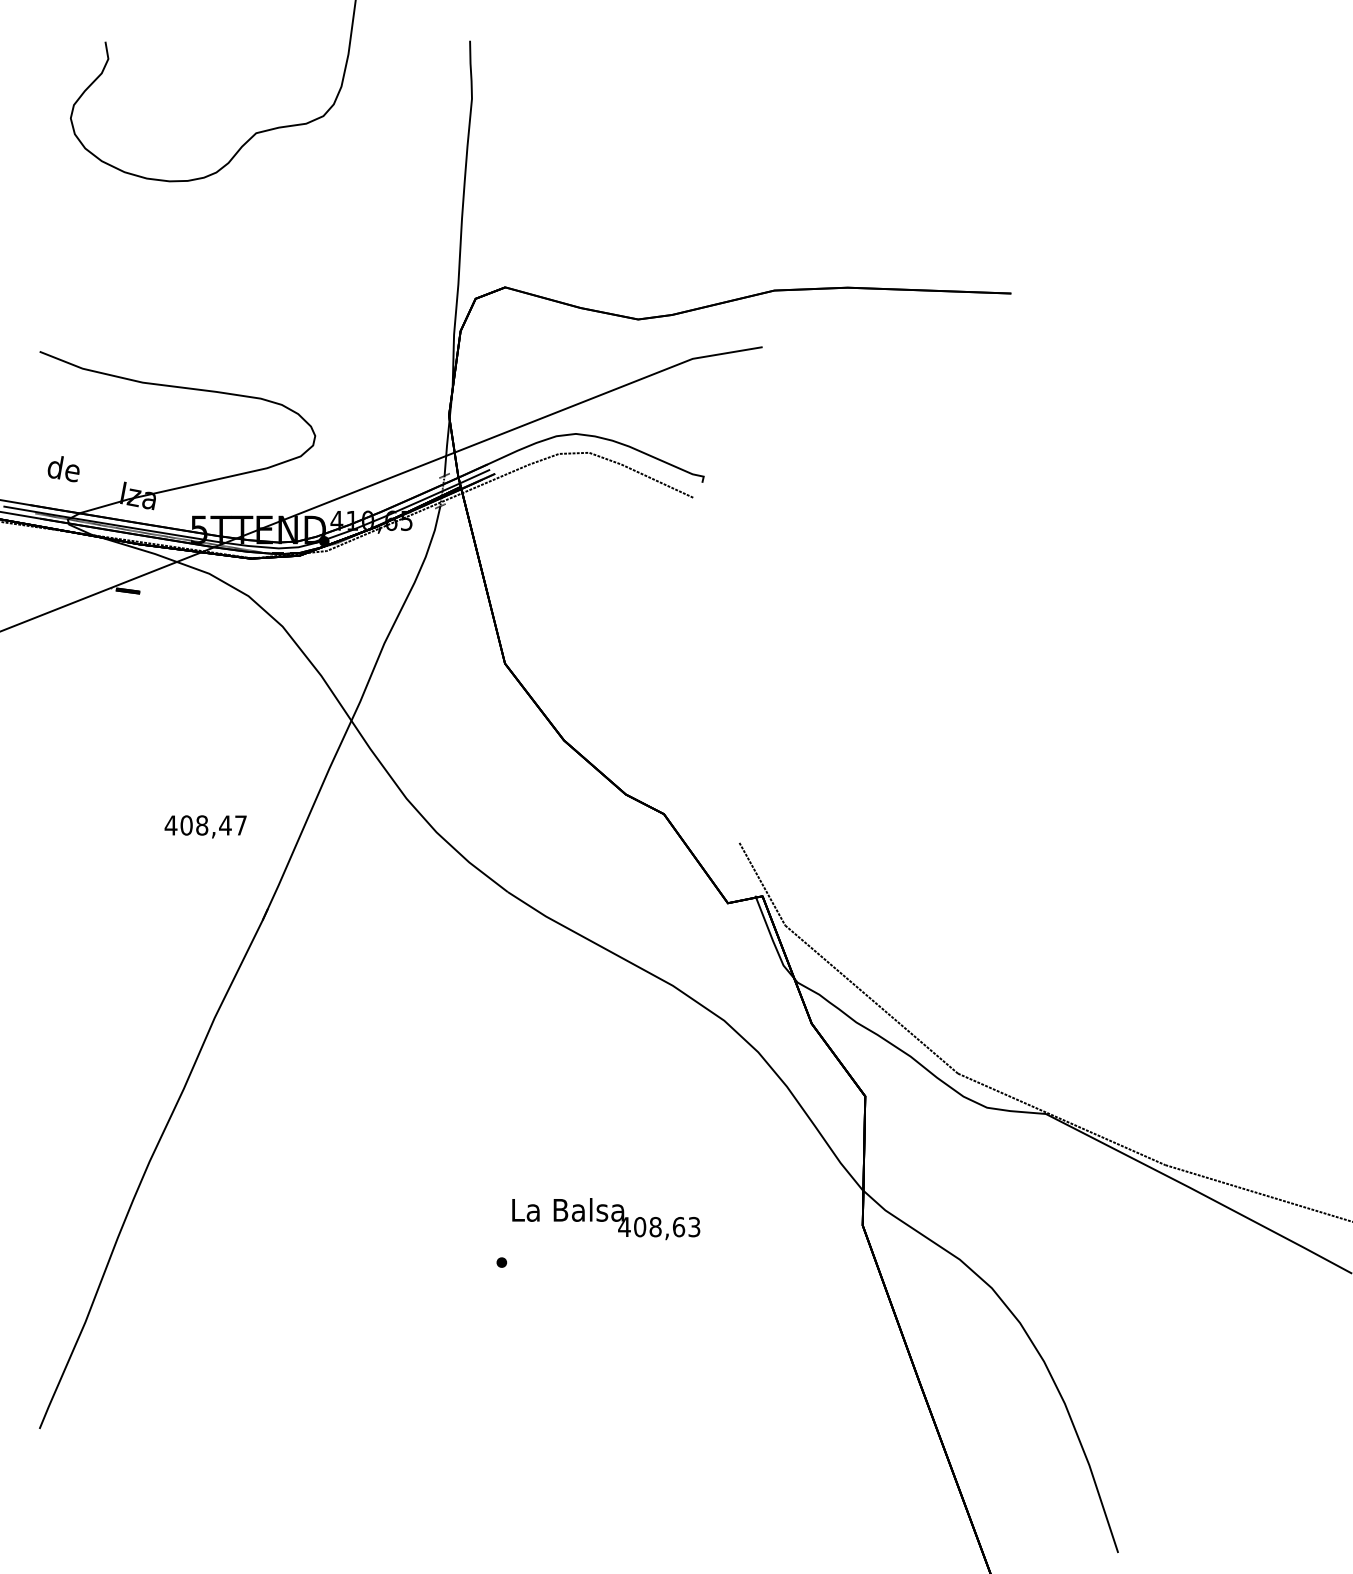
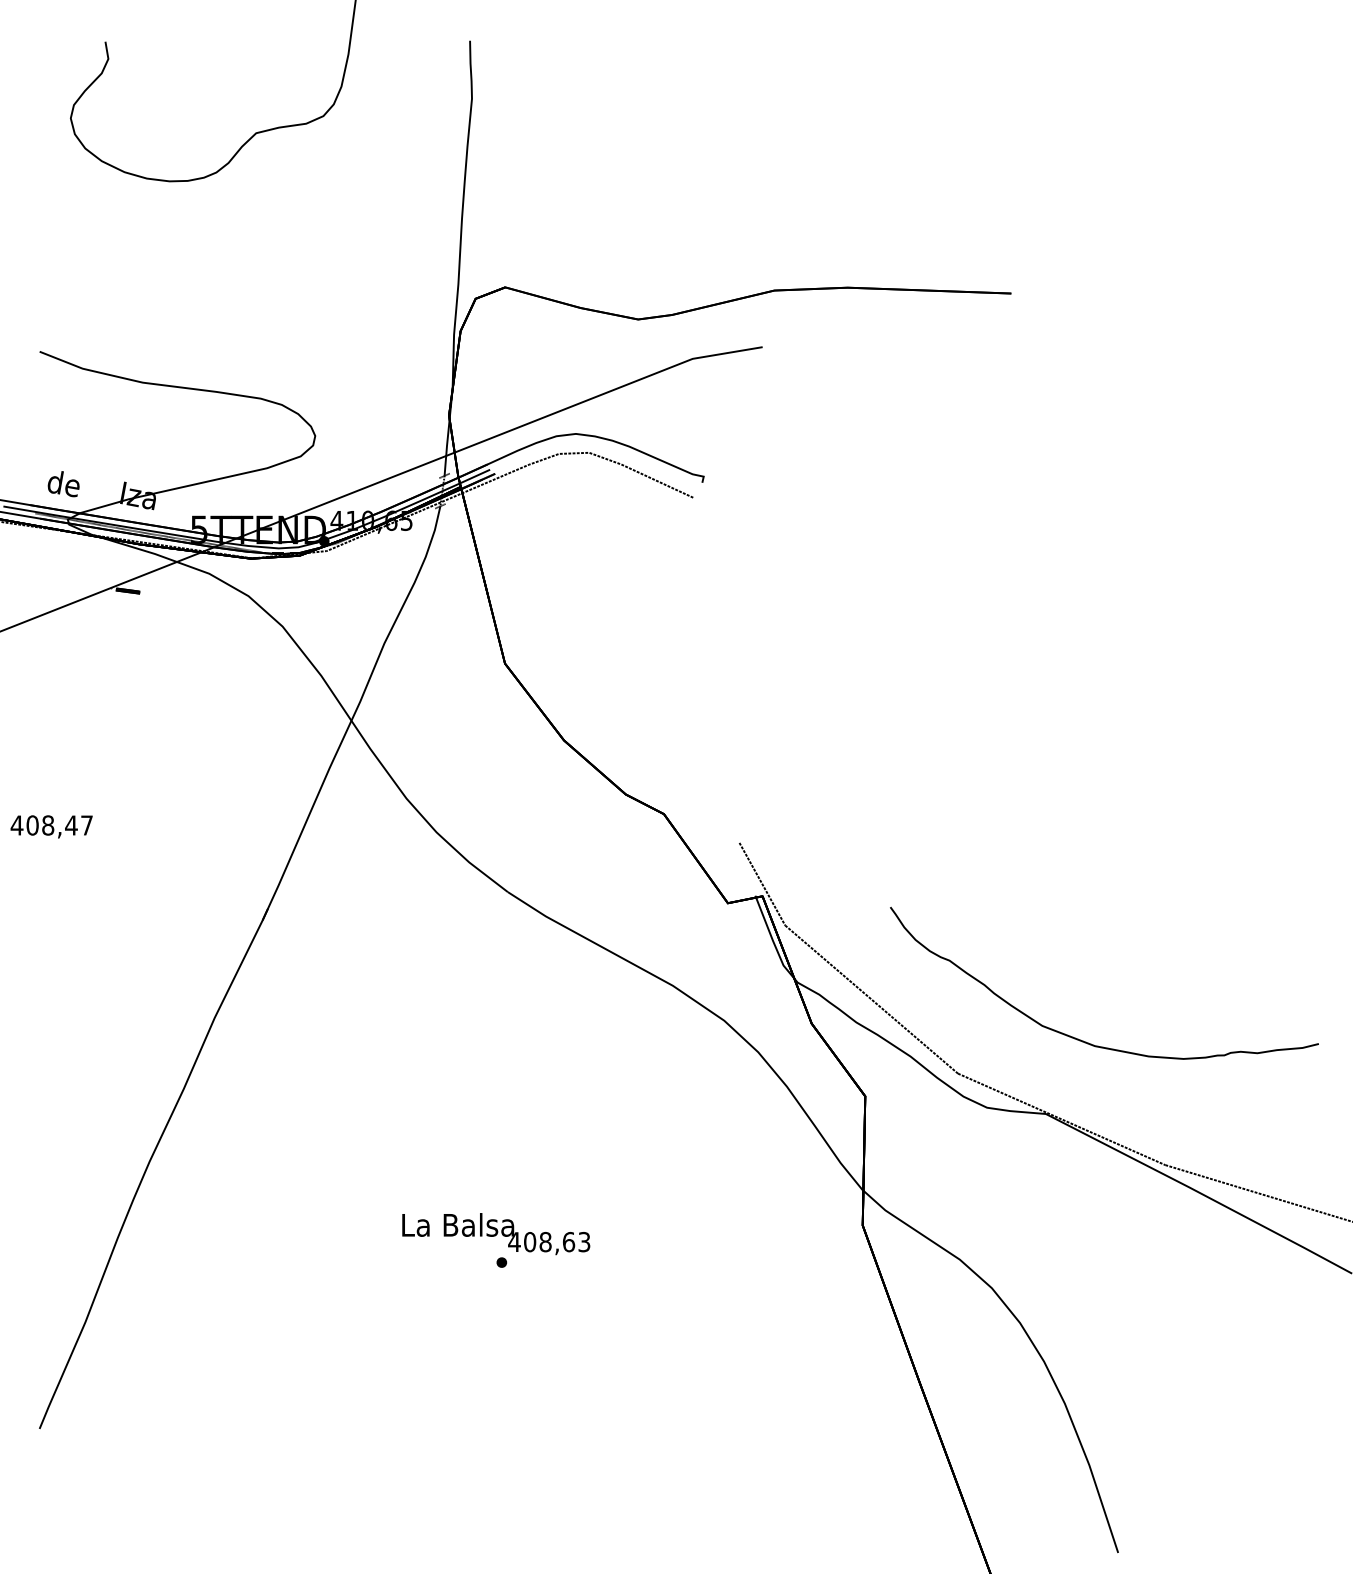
text at (63, 469) position: (63, 469) -> (63, 484)
text at (205, 826) position: (205, 826) -> (51, 826)
curve at (1083, 1040): none -> present
text at (606, 1219) position: (606, 1219) -> (496, 1234)
